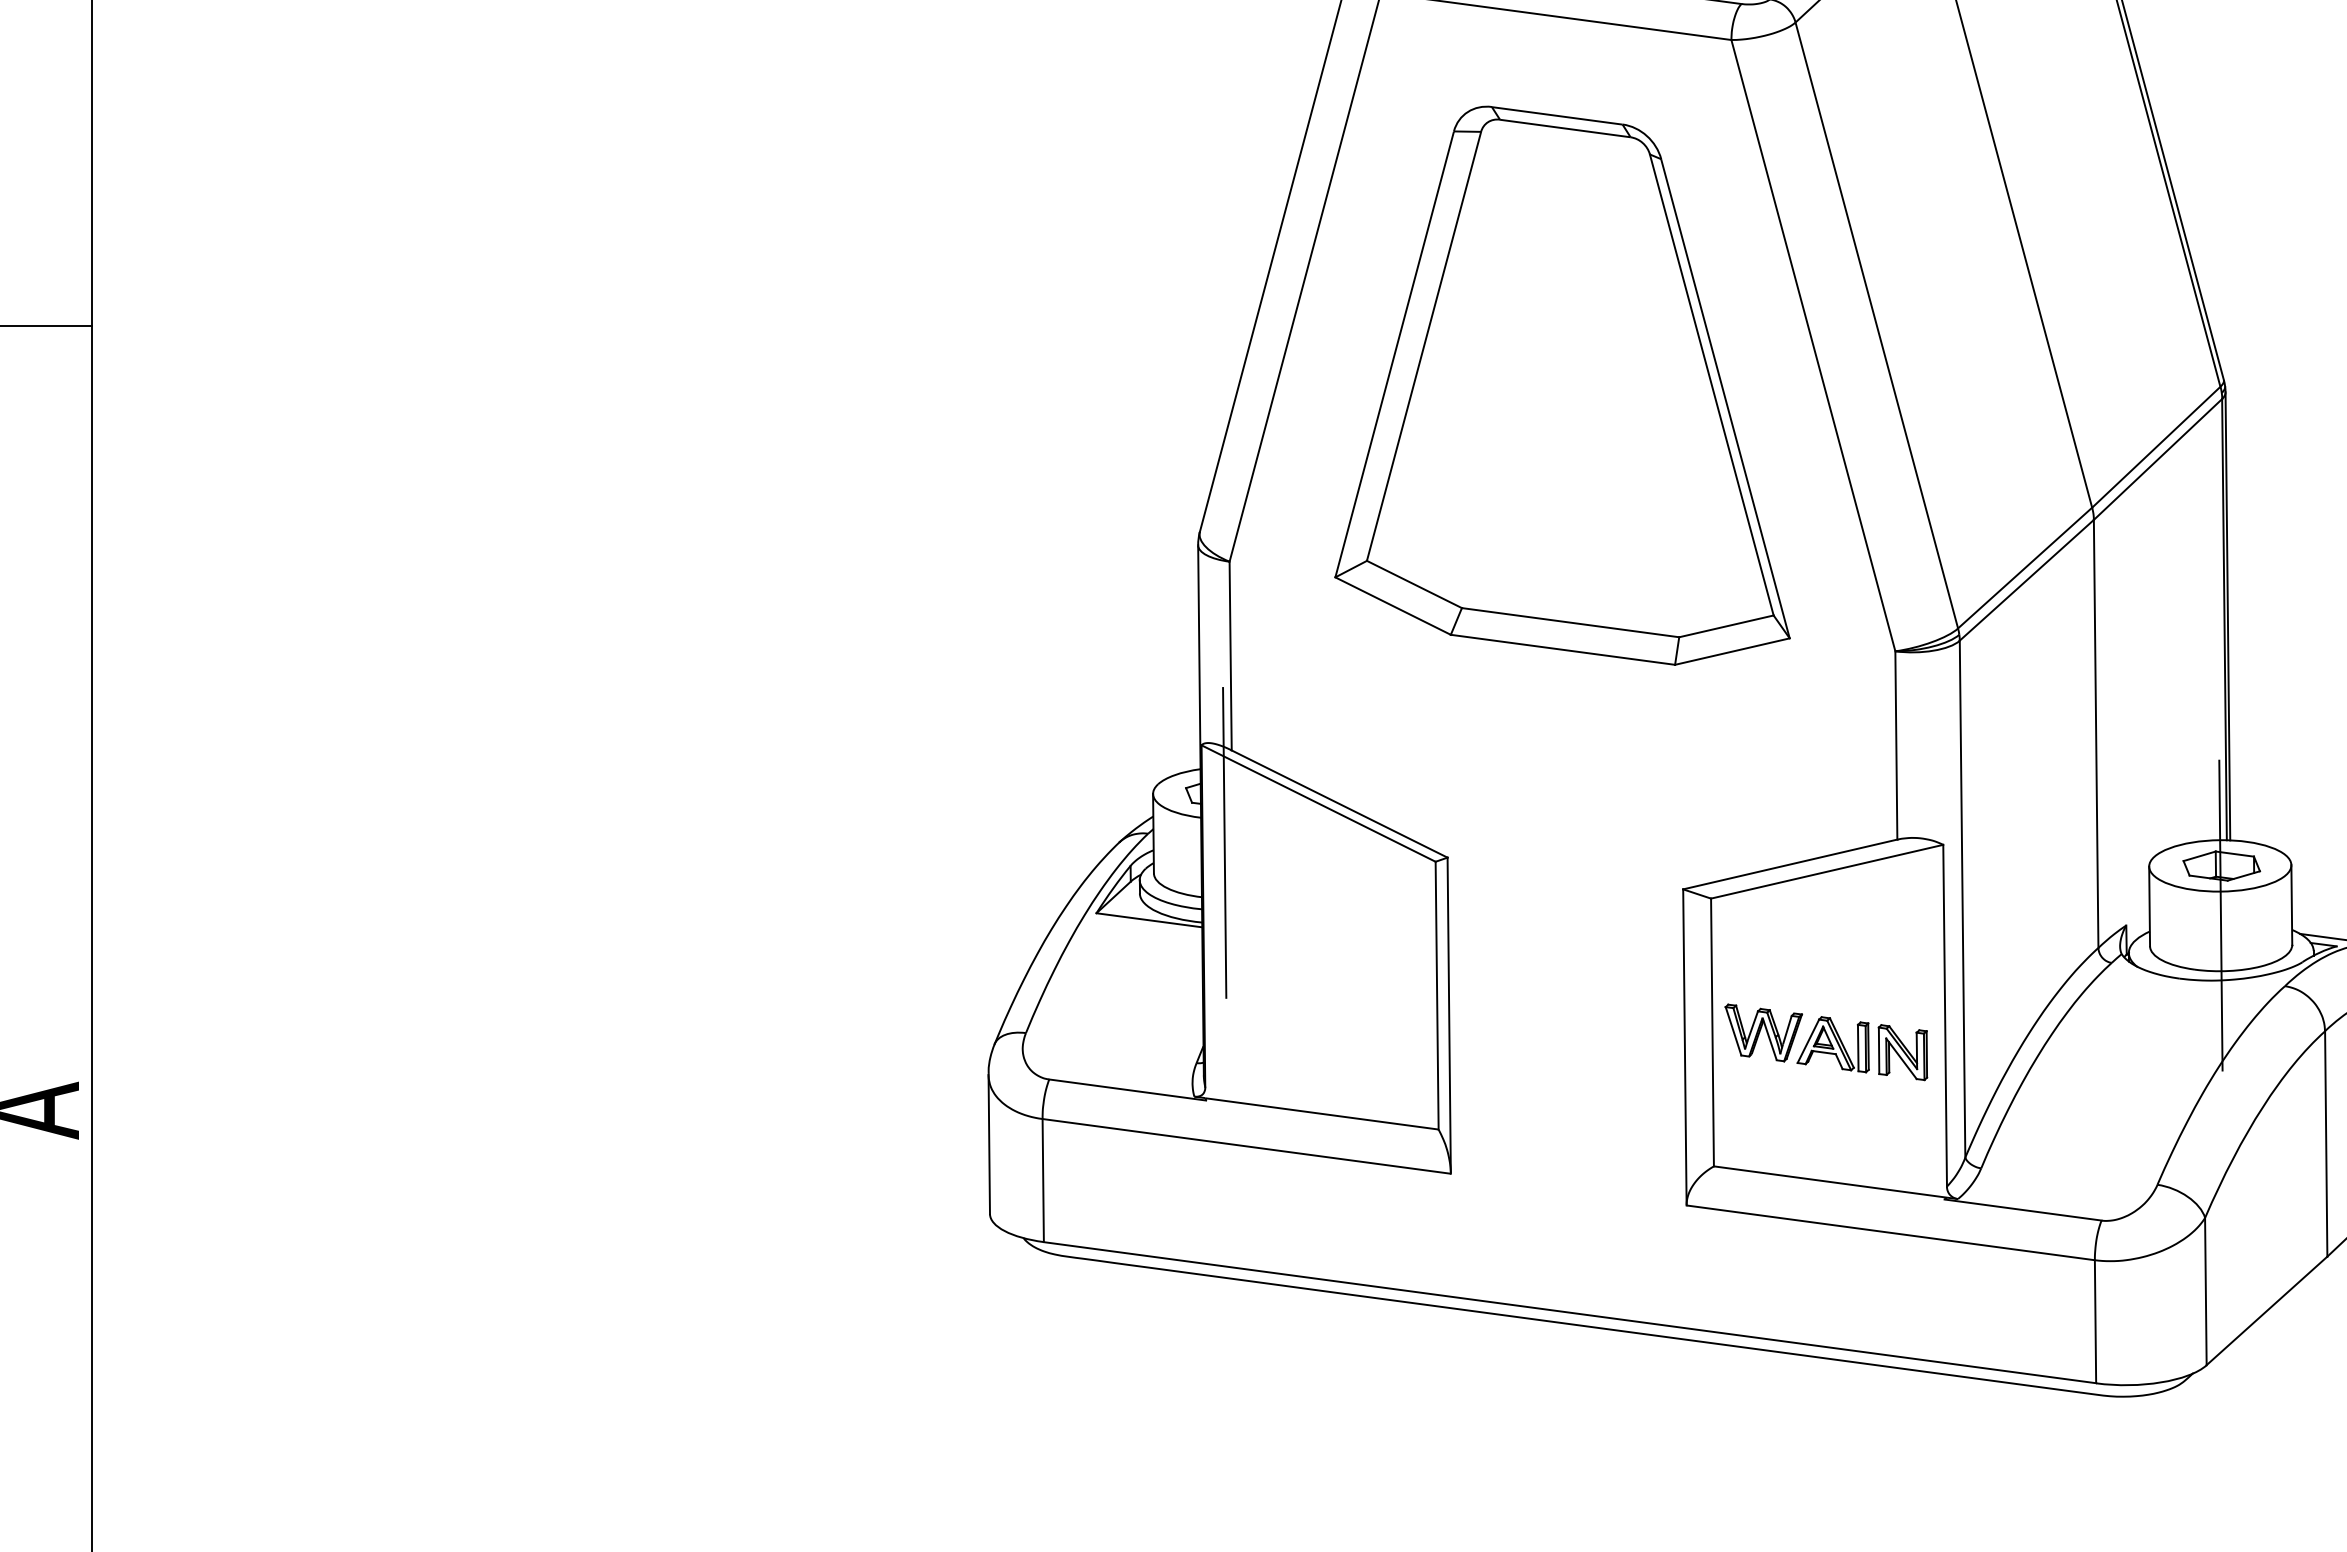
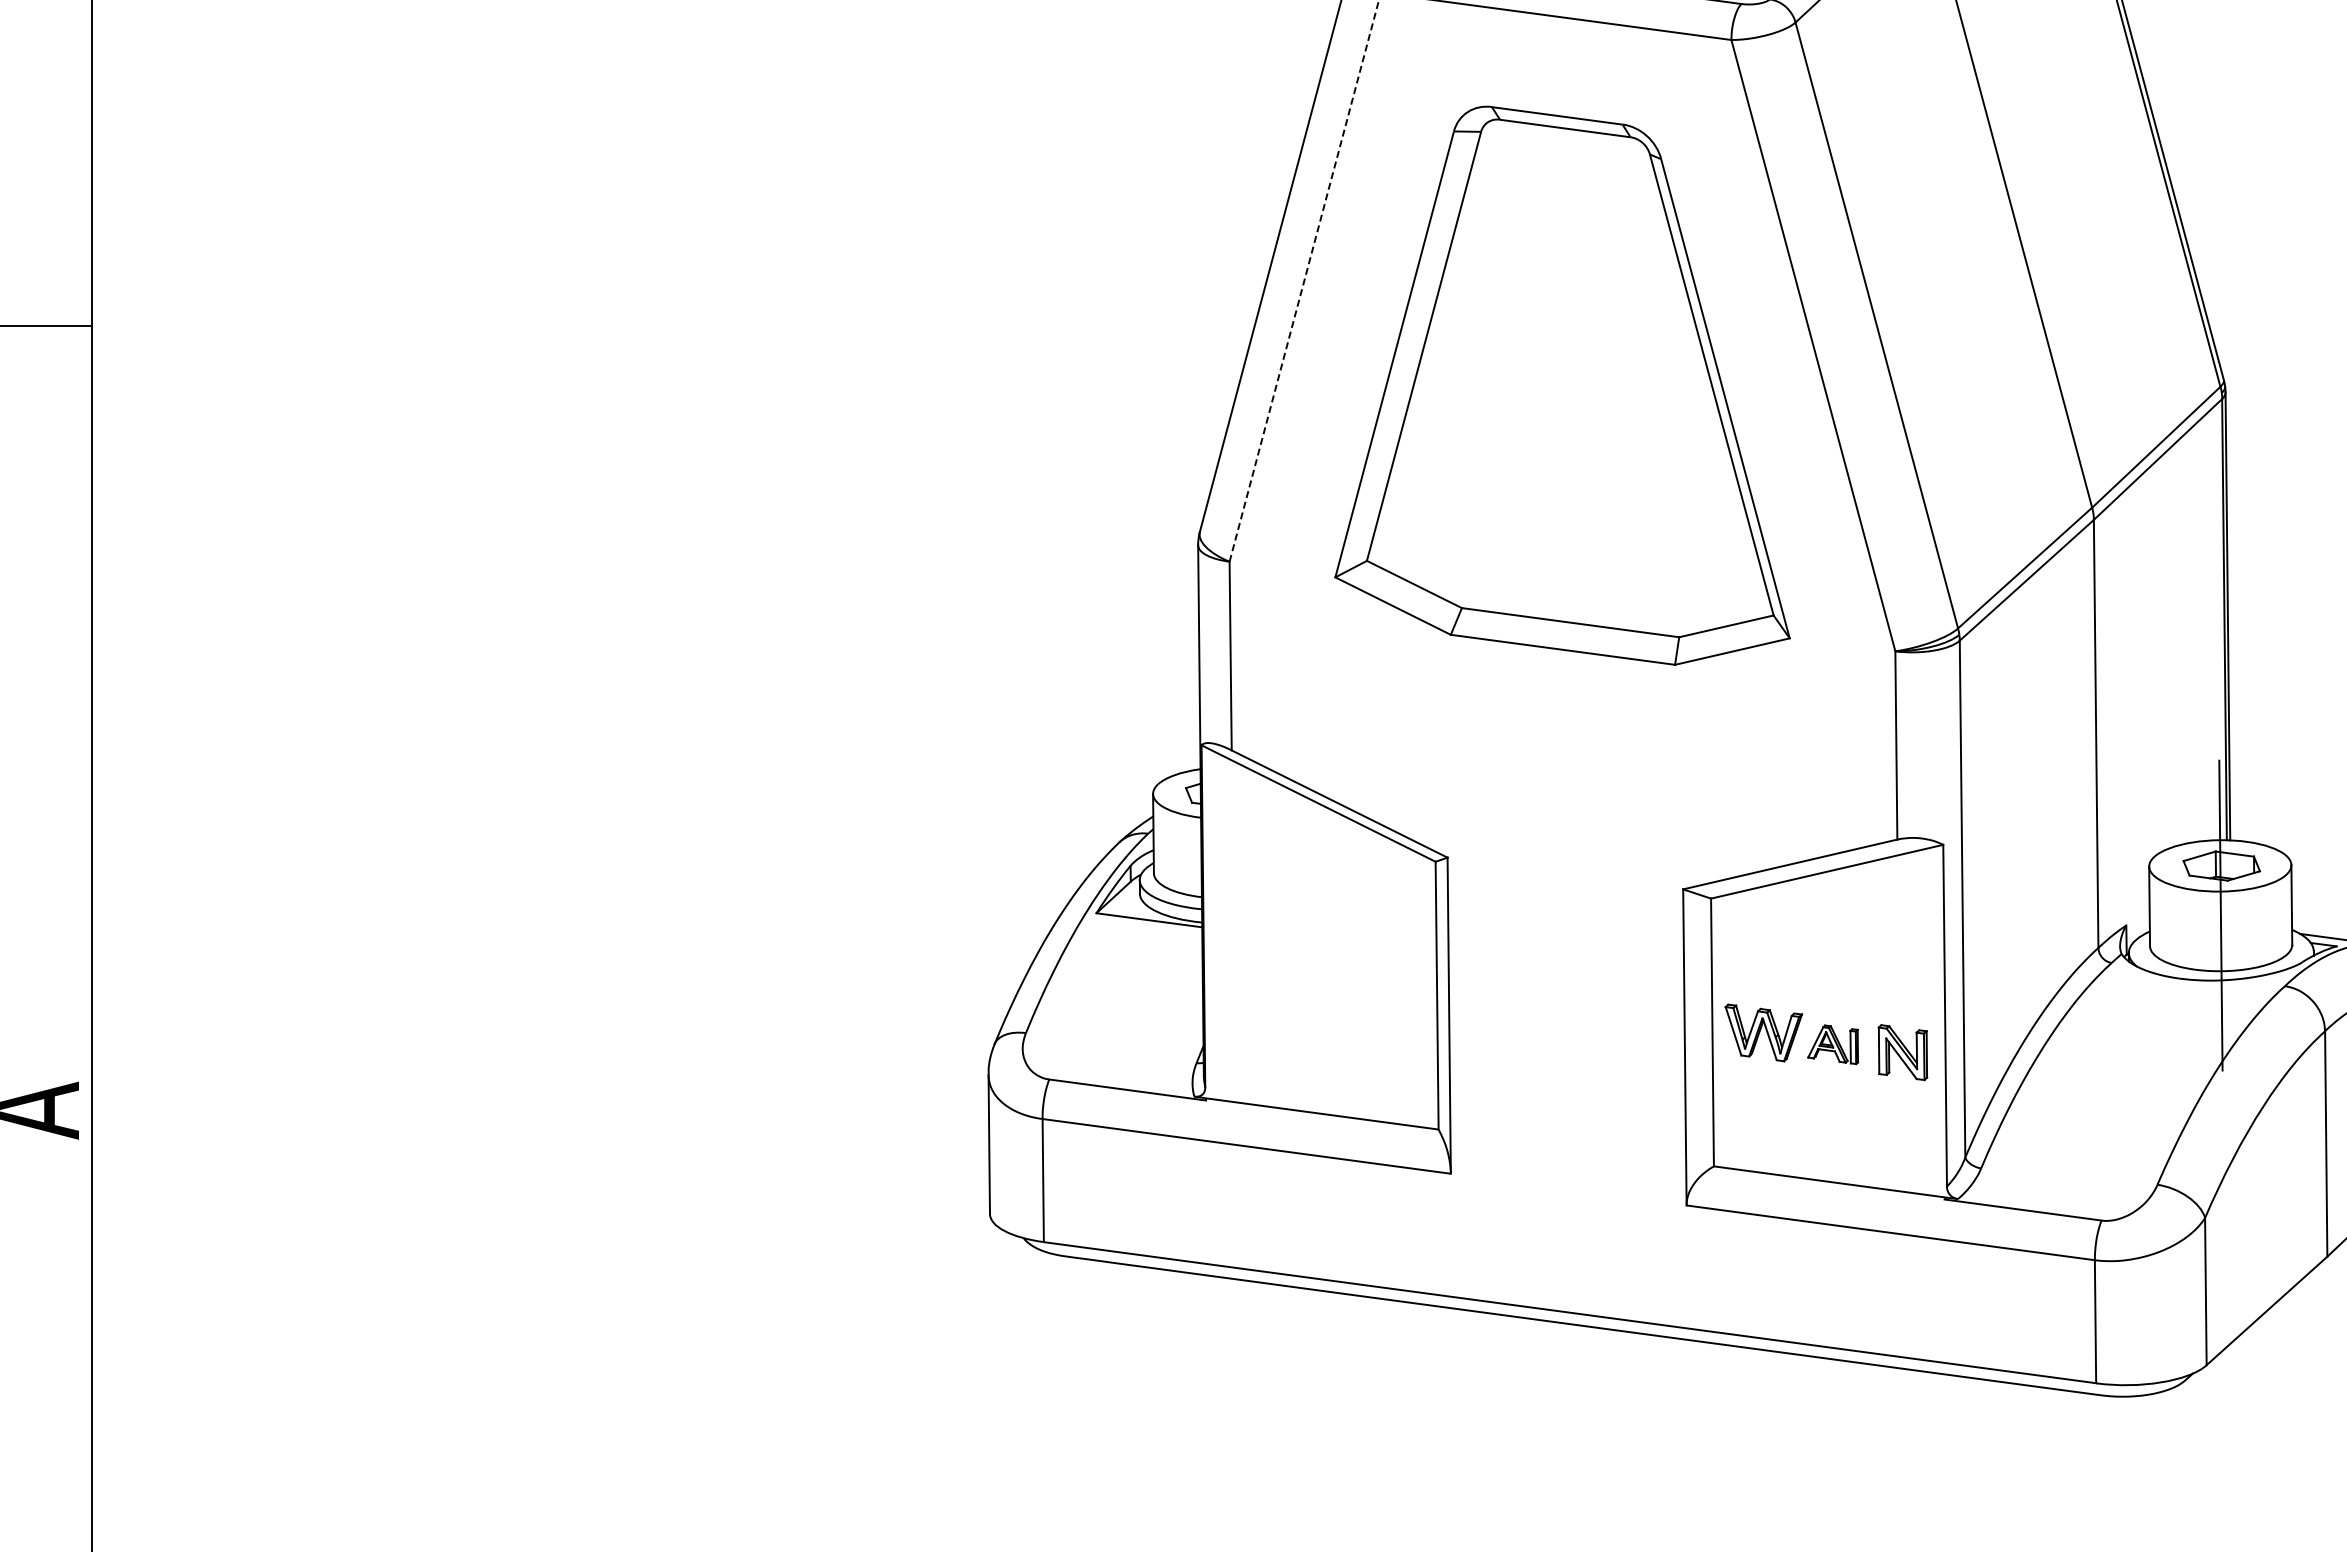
line at (1304, 280): solid -> dashed
line at (1224, 842): present -> none
part at (1832, 1044) size: 74x58 px -> 53x42 px
